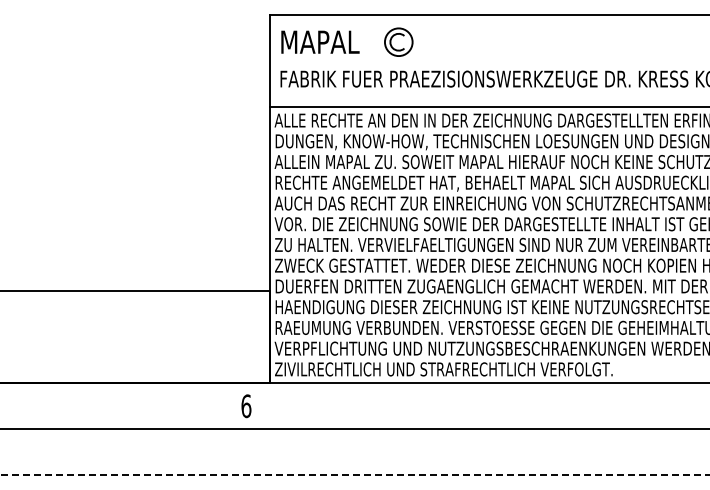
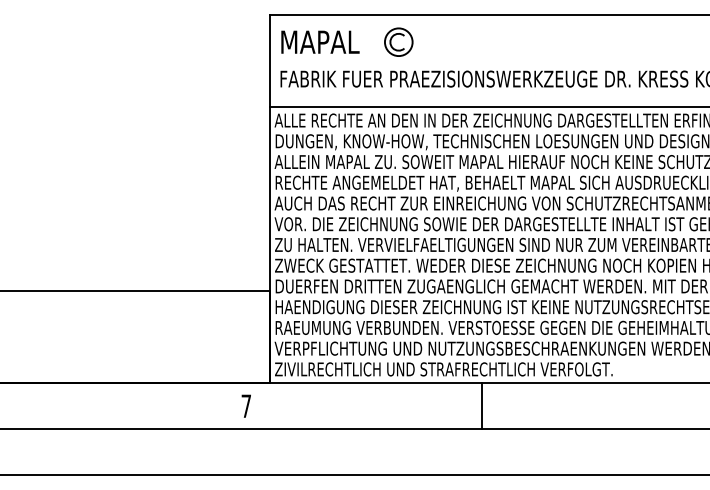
text at (246, 406): 6 -> 7
line at (481, 406): none -> present
line at (355, 475): dashed -> solid
